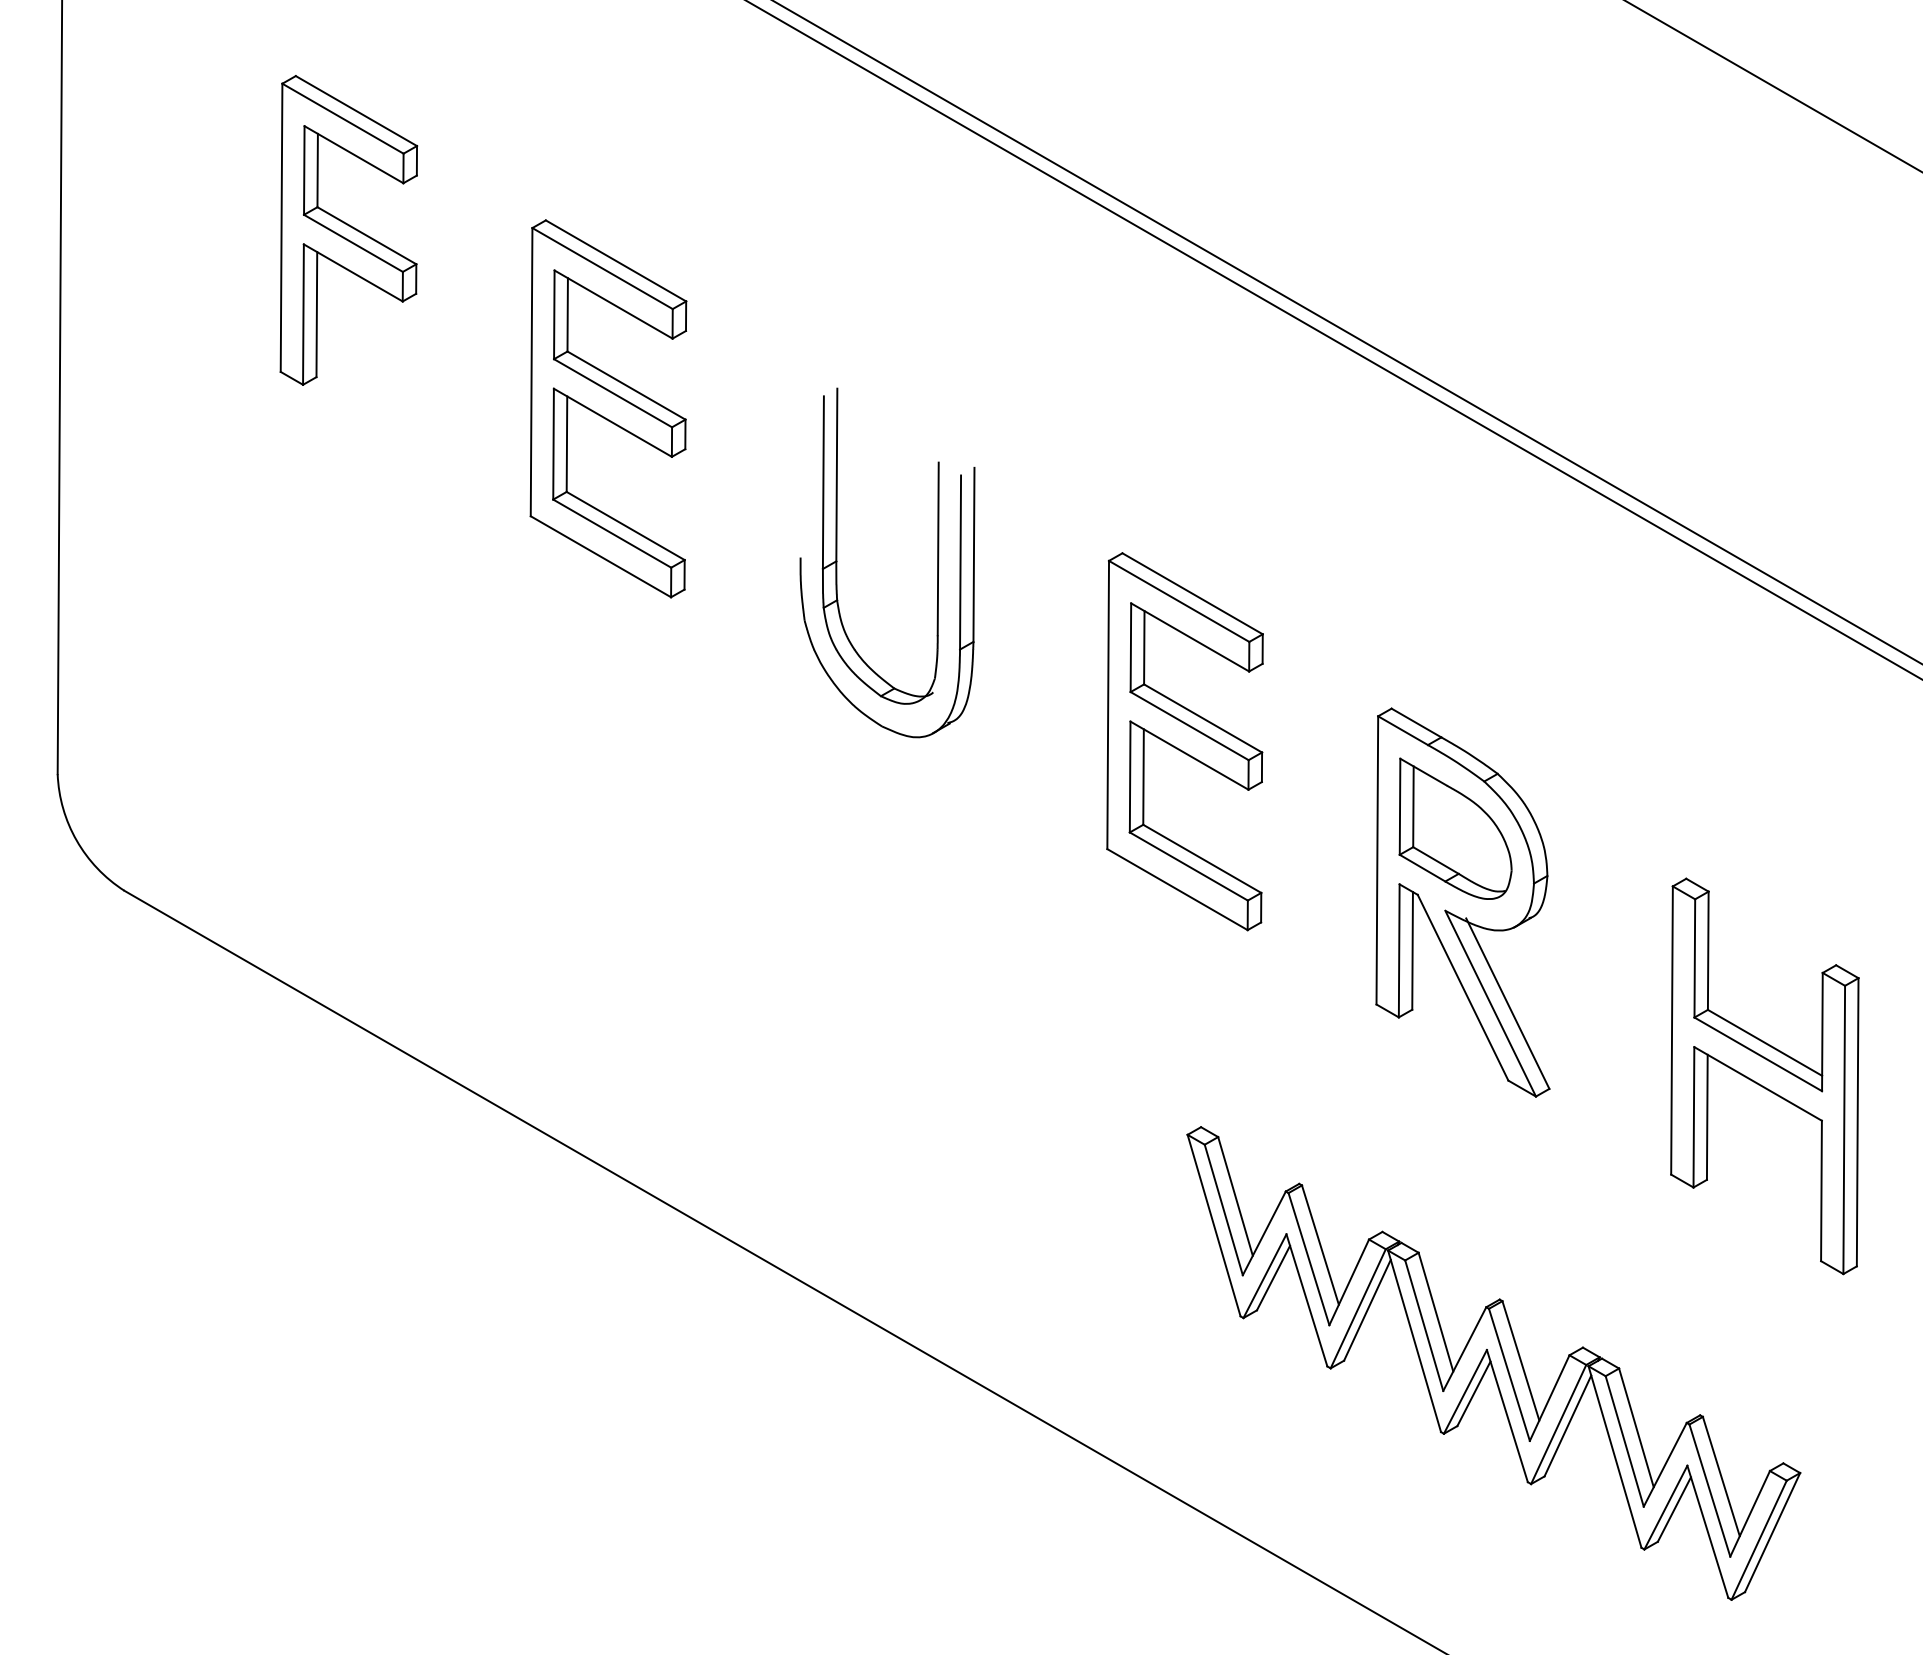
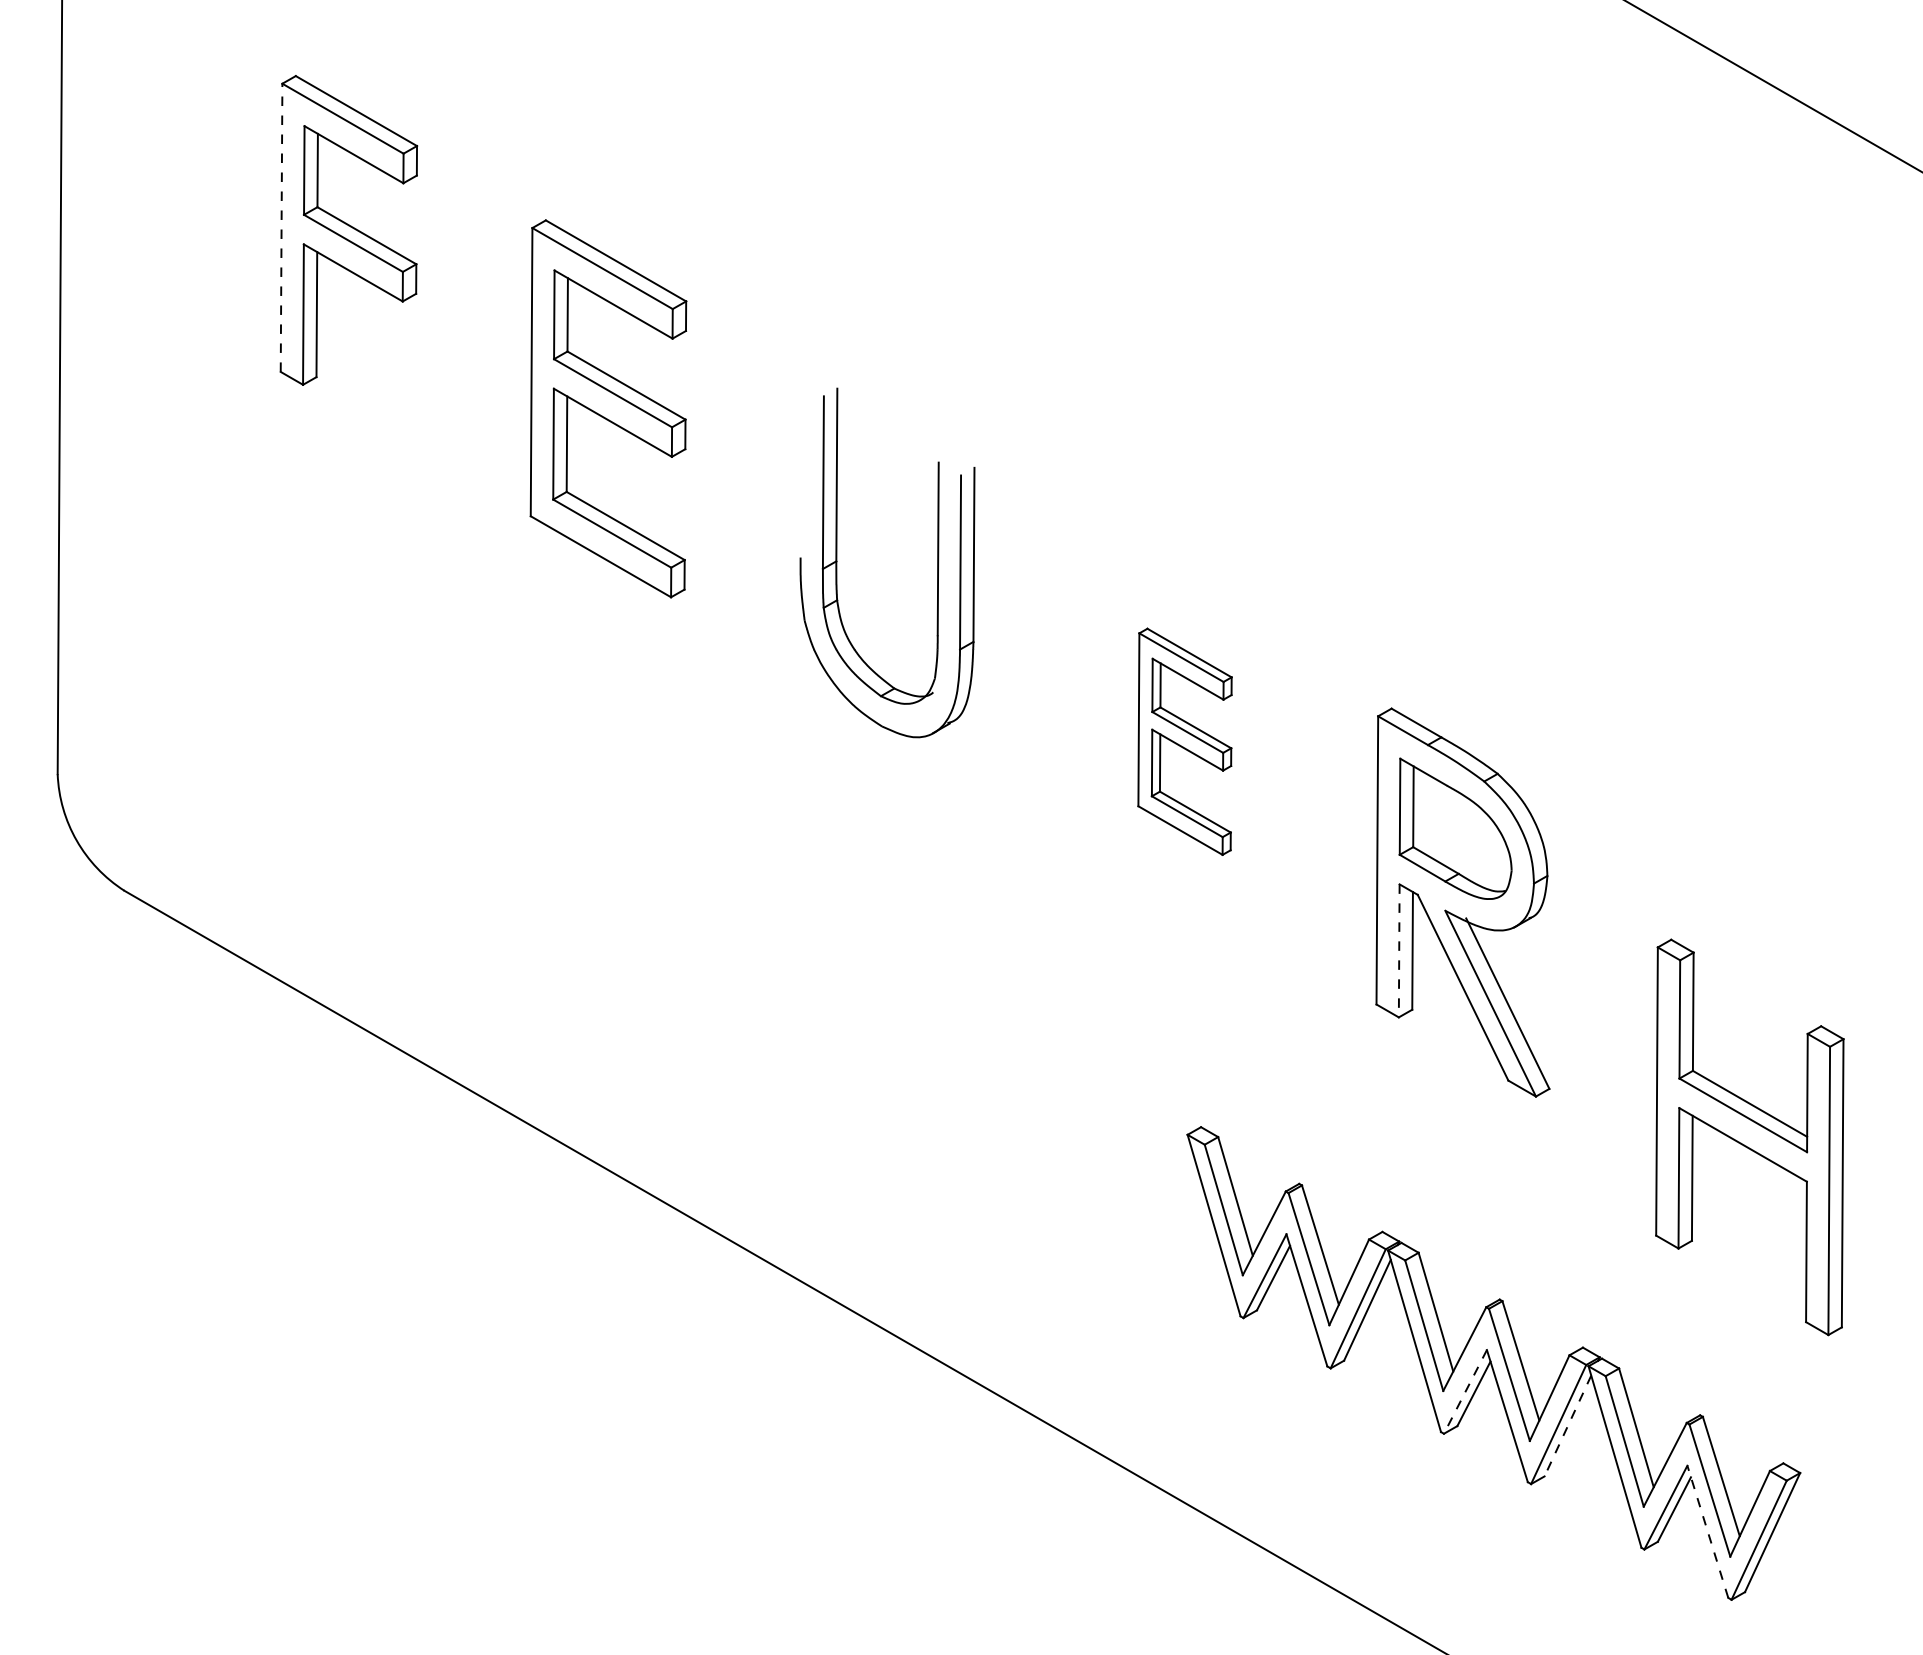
line at (281, 227): solid -> dashed
line at (1347, 332): present -> none
line at (1334, 339): present -> none
part at (1184, 741) size: 158x380 px -> 96x229 px
line at (1399, 950): solid -> dashed
part at (1764, 1076) position: (1764, 1076) -> (1749, 1137)
line at (1465, 1392): solid -> dashed
line at (1567, 1426): solid -> dashed
line at (1707, 1531): solid -> dashed
